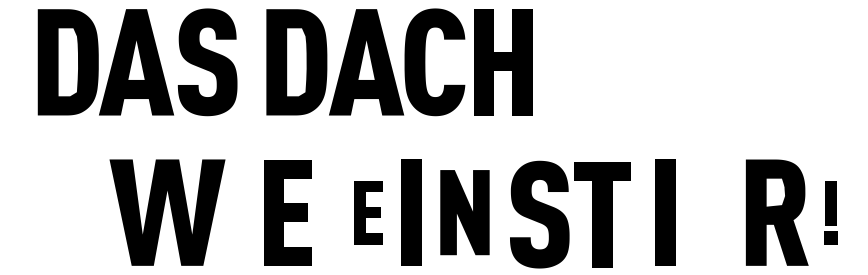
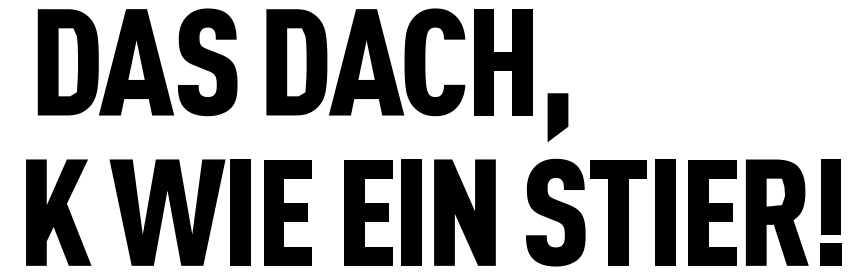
fill at (557, 117): none -> present
part at (58, 212): none -> present
fill at (240, 212): none -> present
part at (368, 212) size: 29x64 px -> 49x106 px
part at (464, 212) size: 50x86 px -> 62x107 px
fill at (712, 212): none -> present
part at (830, 212) size: 14x64 px -> 22x107 px
part at (570, 214) position: (570, 214) -> (586, 212)
